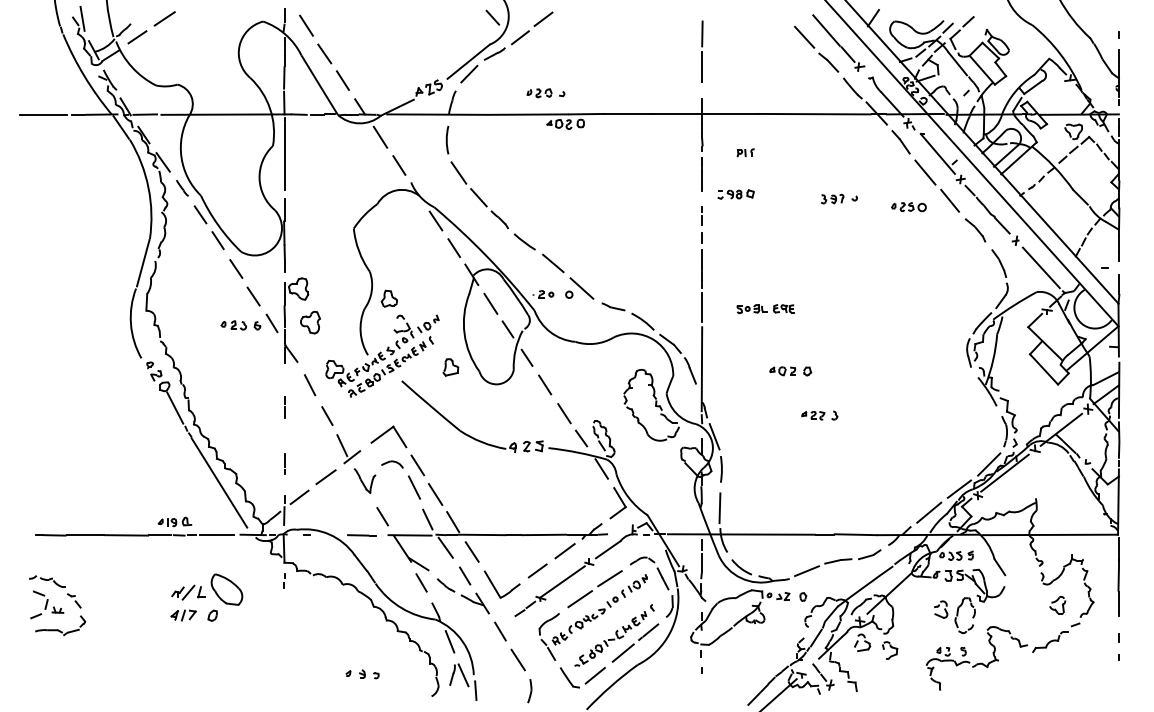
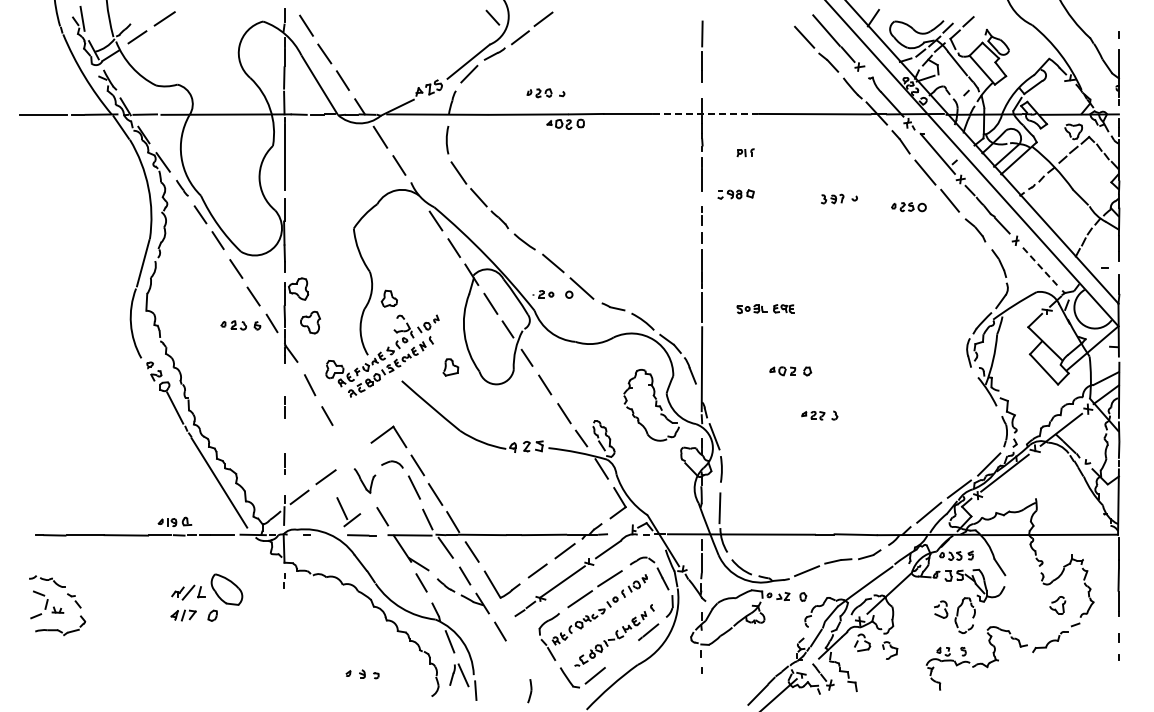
line at (705, 113): solid -> dashed
line at (1041, 268): solid -> dashed
part at (348, 449) position: (348, 449) -> (348, 512)
line at (622, 652): present -> none
line at (517, 659): present -> none
